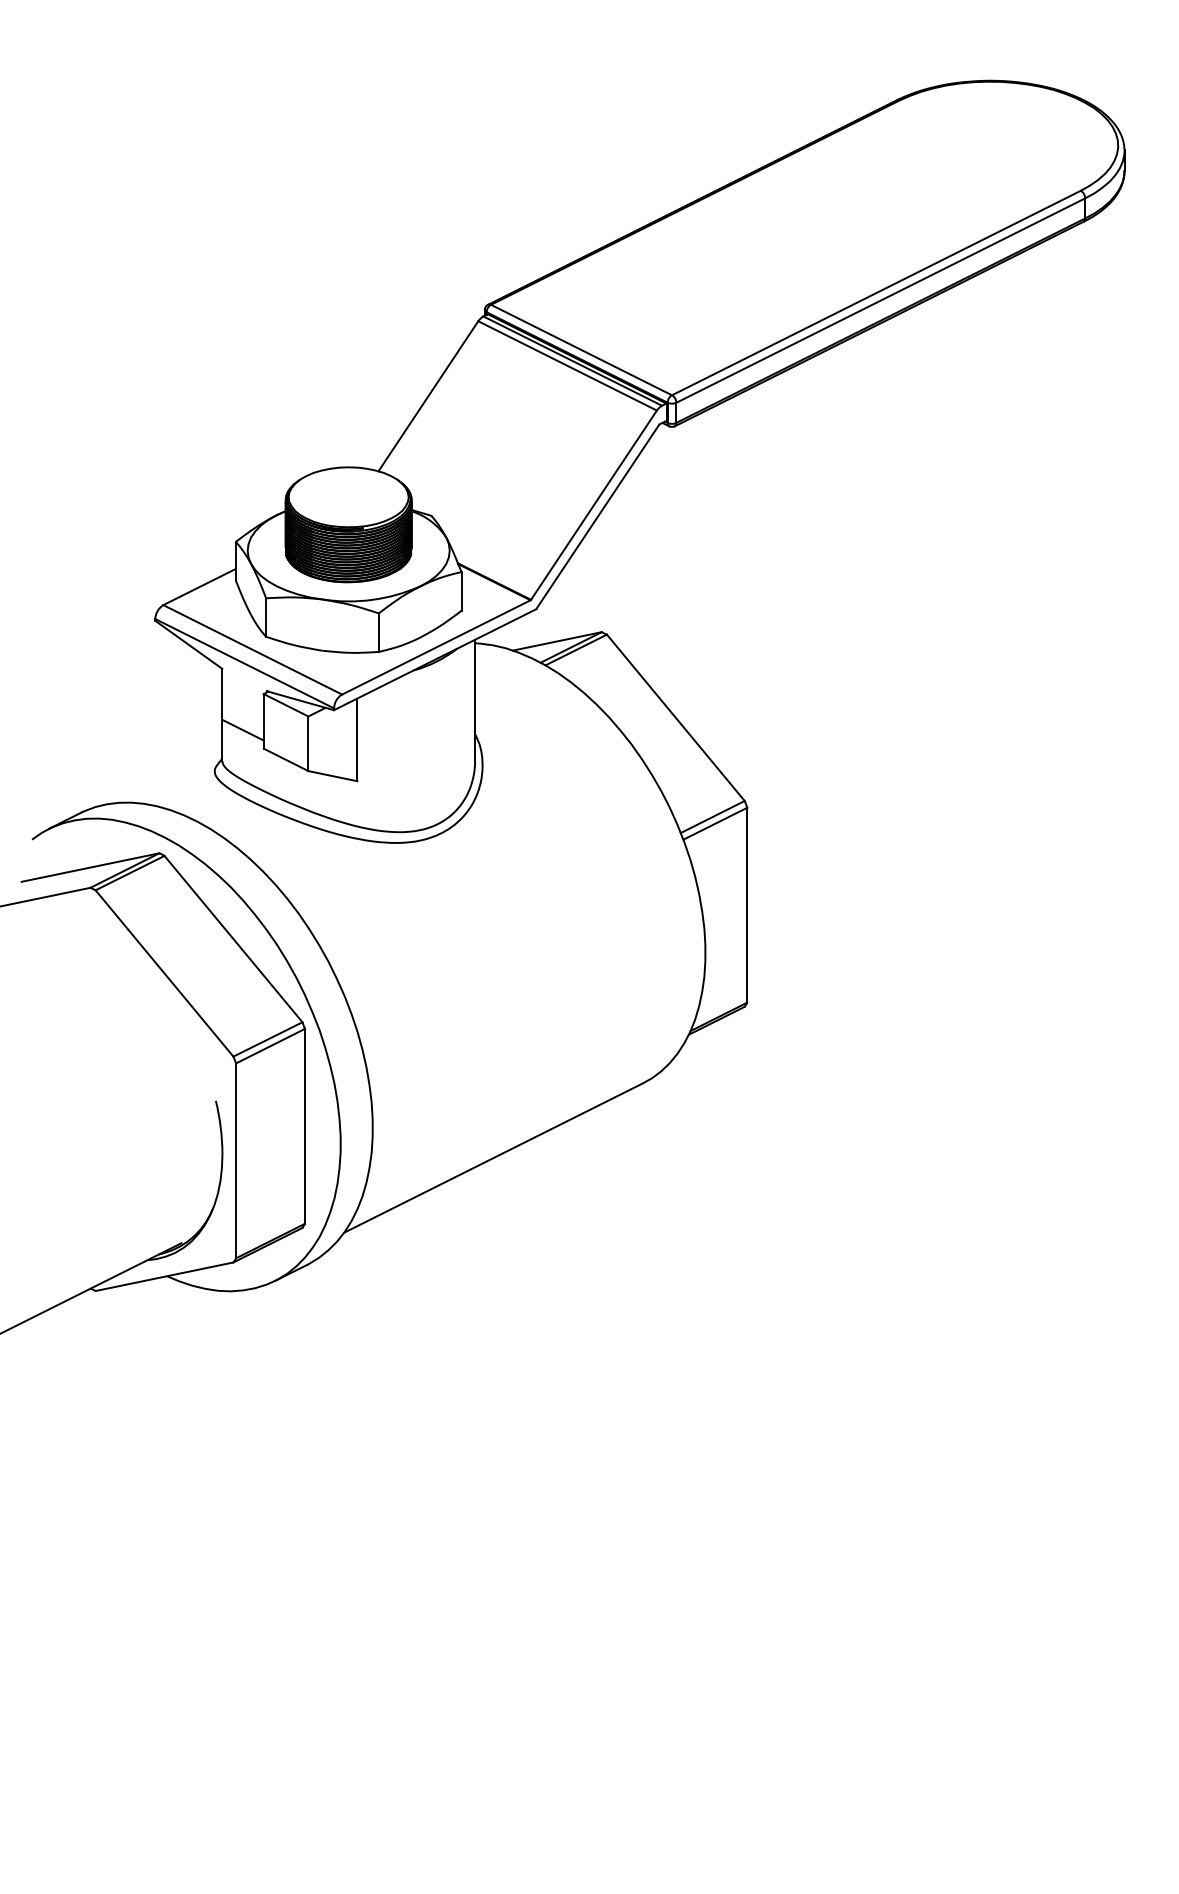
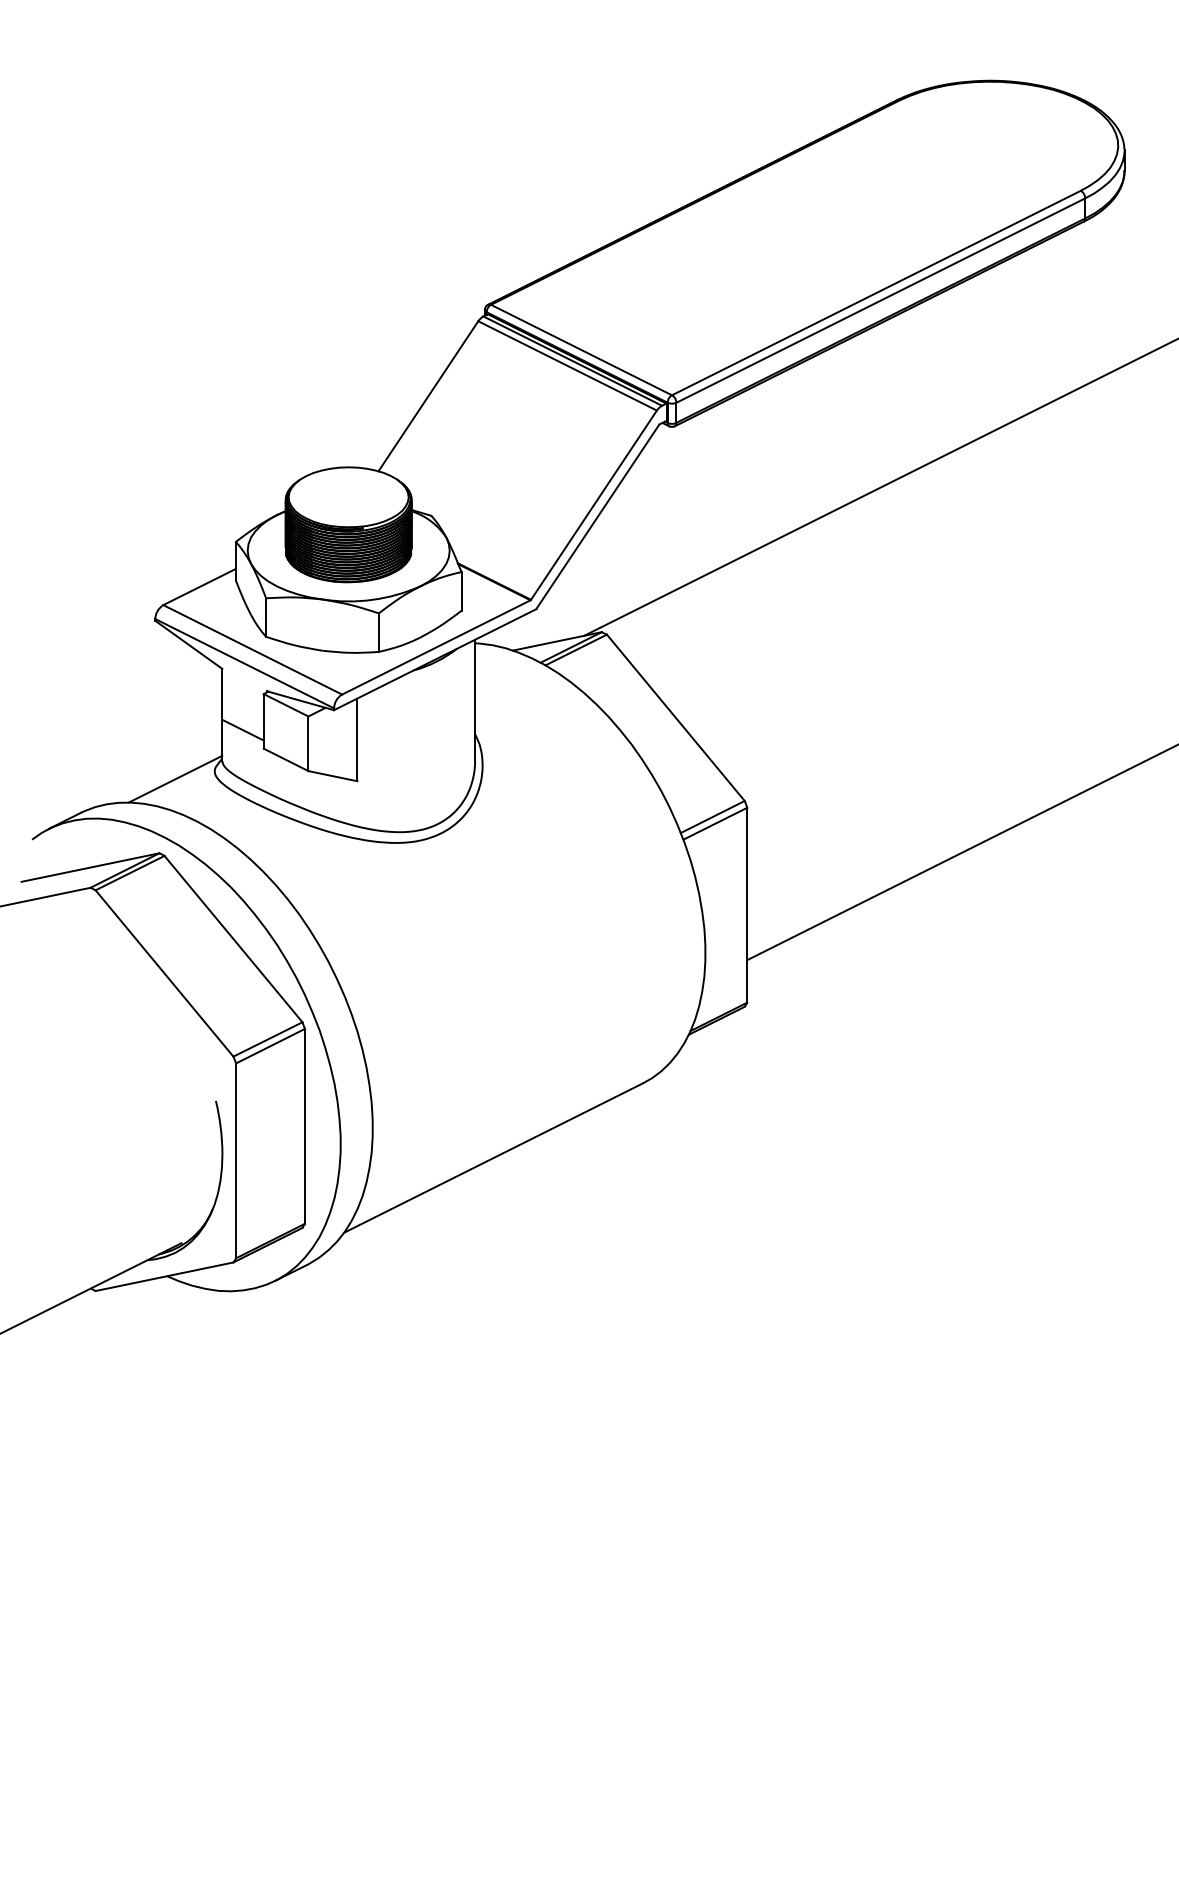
line at (879, 487): none -> present
line at (175, 778): none -> present
line at (961, 852): none -> present
